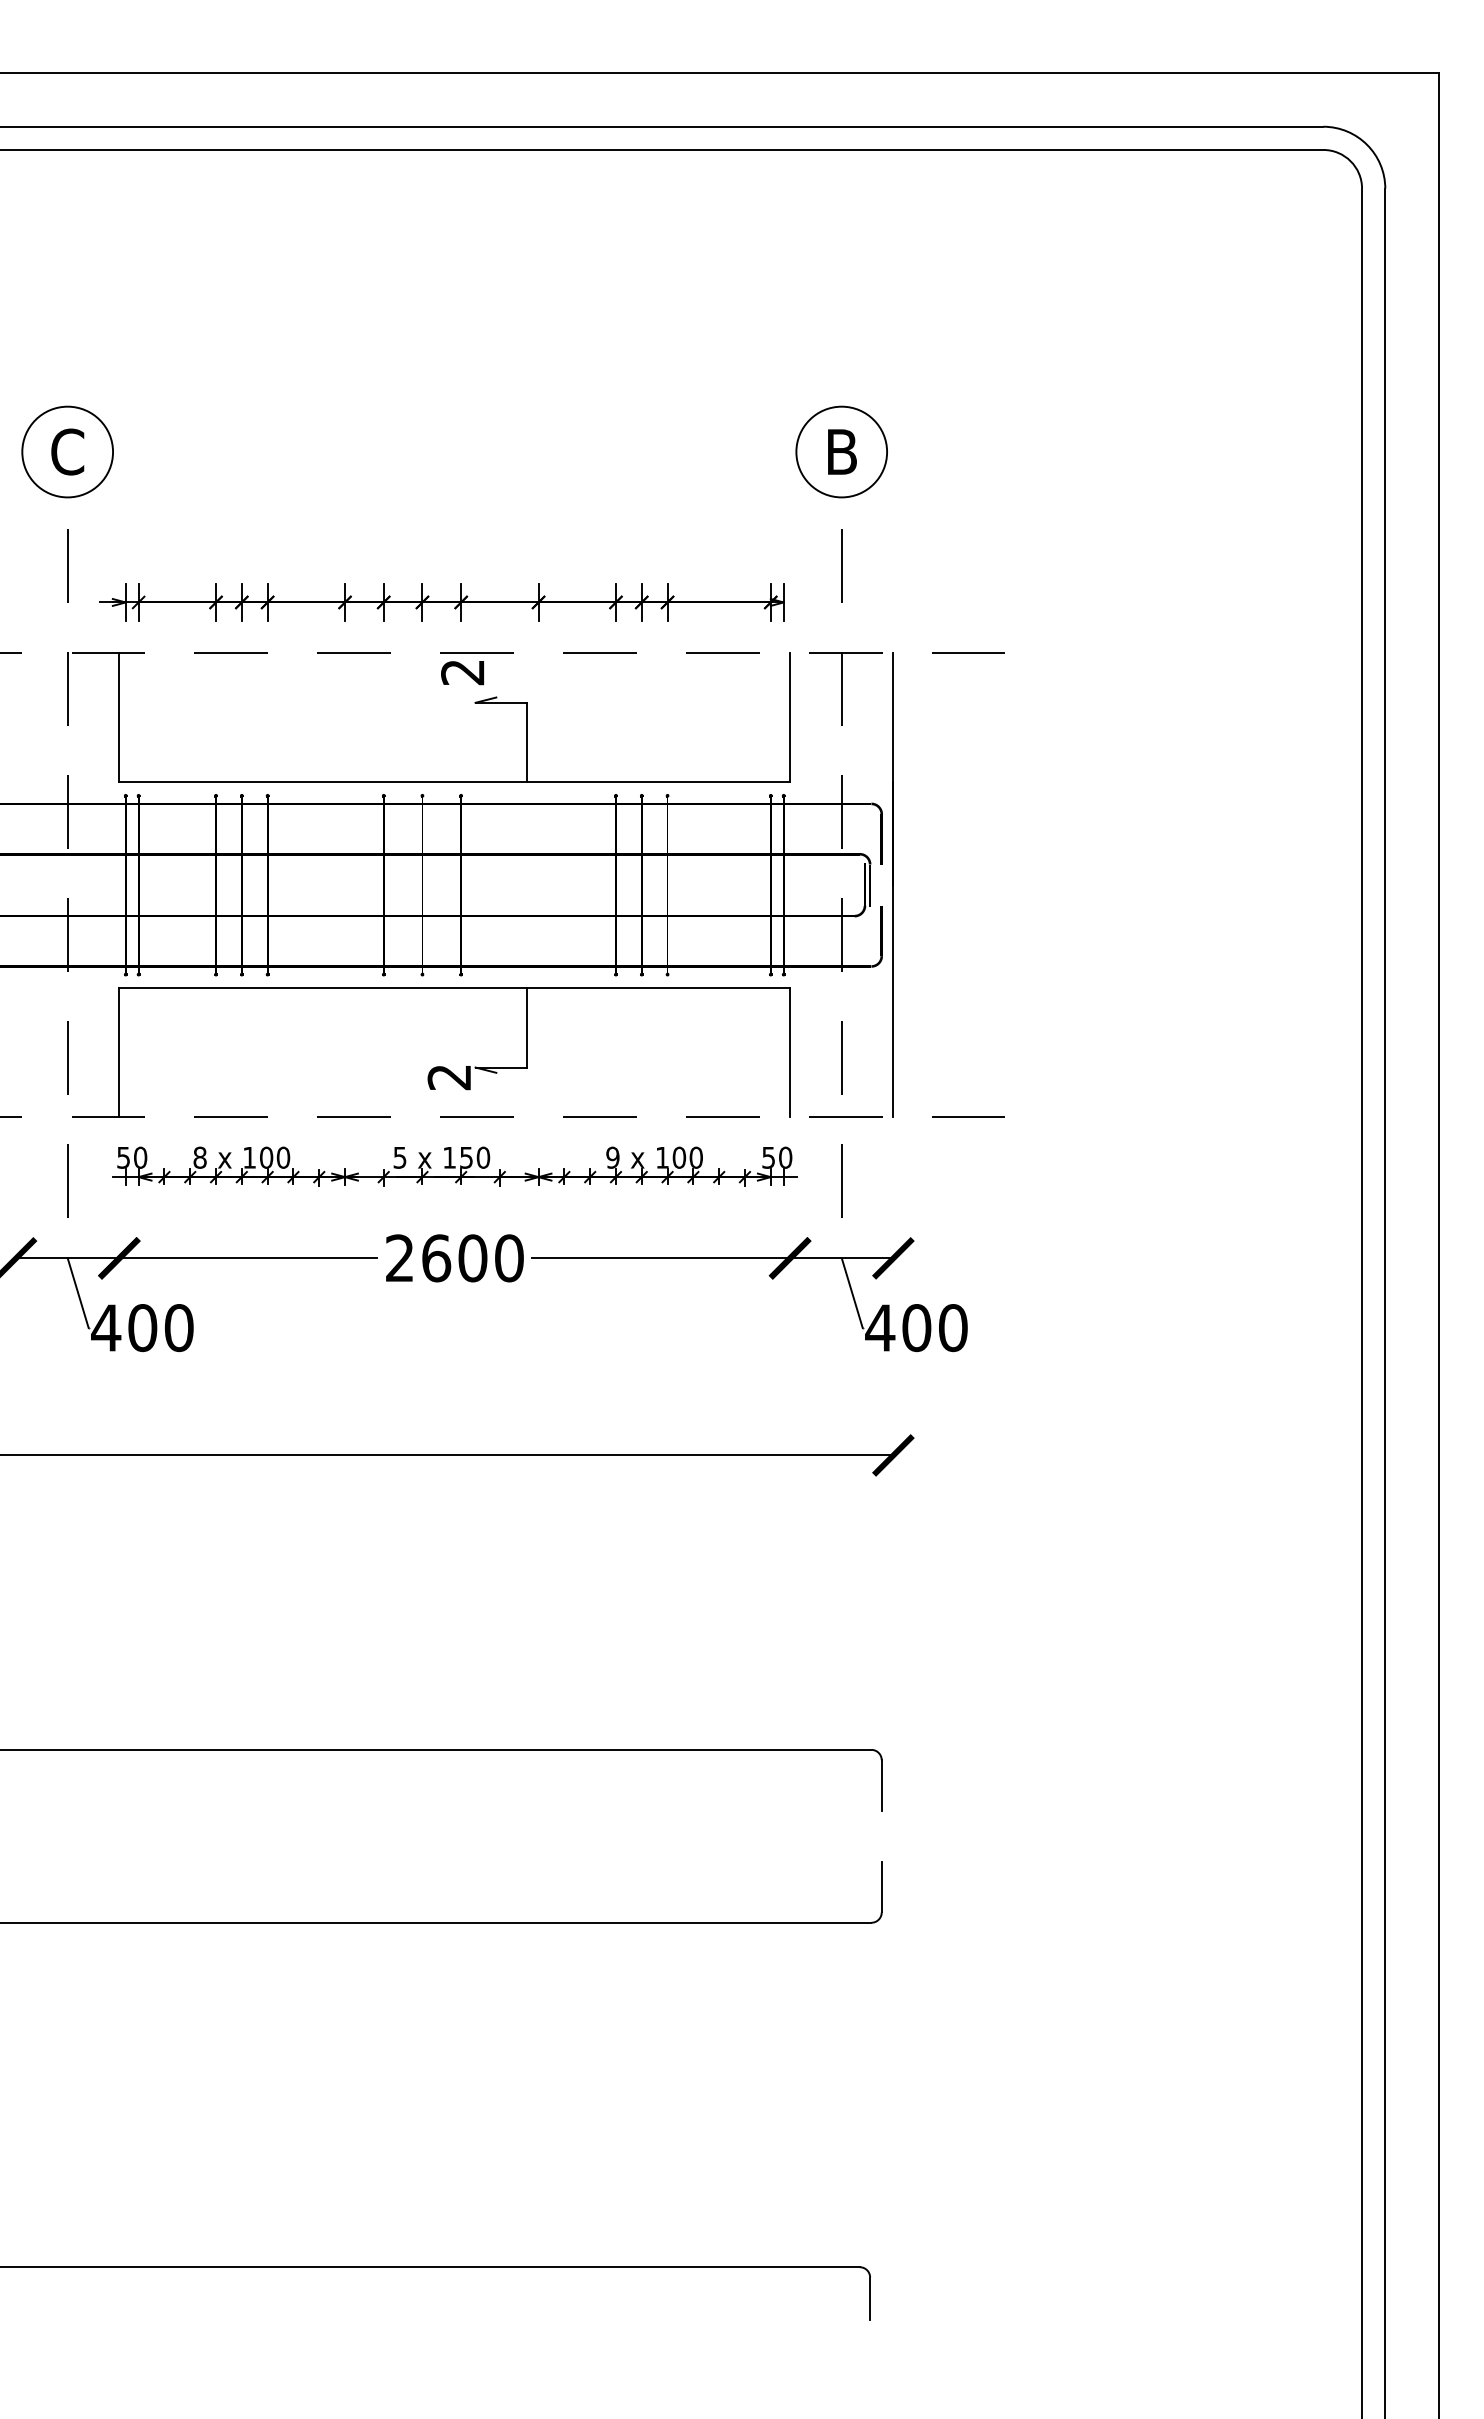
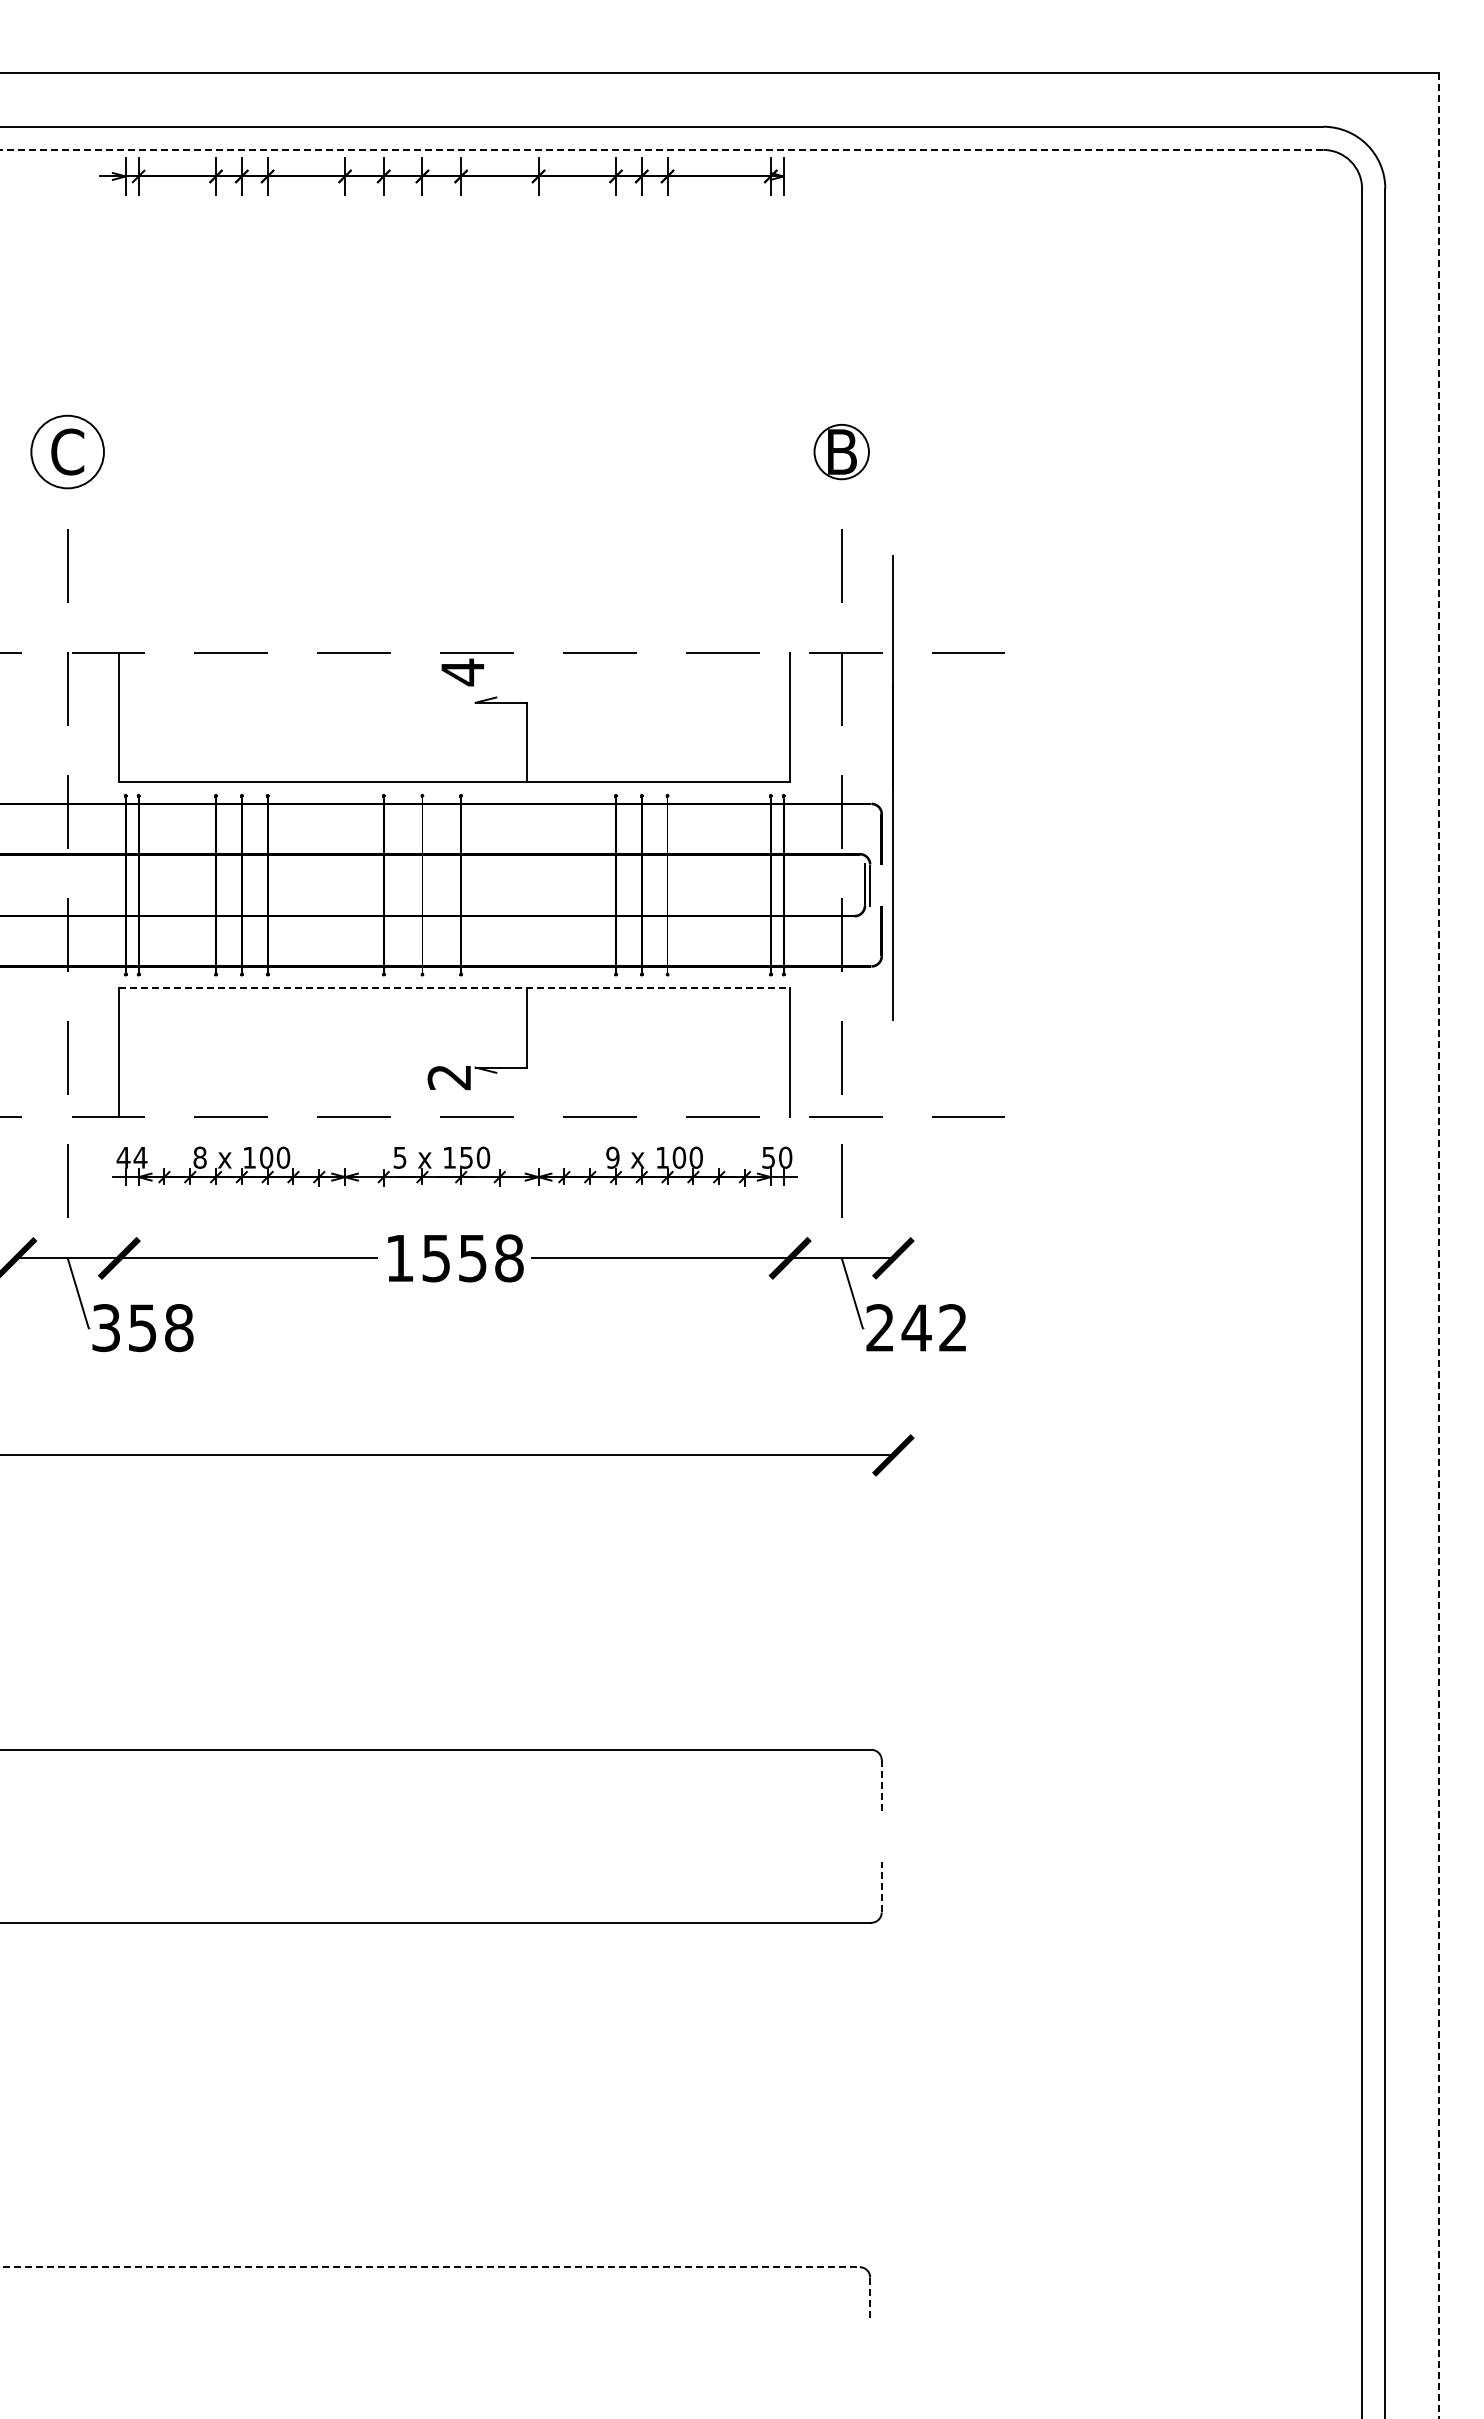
line at (661, 149): solid -> dashed
circle at (67, 451) diameter: 91 px -> 73 px
circle at (841, 451) diameter: 91 px -> 54 px
part at (441, 602) position: (441, 602) -> (441, 176)
text at (462, 672): 2 -> 4
line at (892, 884) position: (892, 884) -> (892, 787)
line at (455, 988): solid -> dashed
text at (131, 1157): 50 -> 44
line at (1439, 1245): solid -> dashed
text at (454, 1258): 2600 -> 1558
text at (142, 1328): 400 -> 358
text at (916, 1328): 400 -> 242
line at (881, 1785): solid -> dashed
line at (881, 1886): solid -> dashed
line at (429, 2267): solid -> dashed
line at (870, 2299): solid -> dashed
